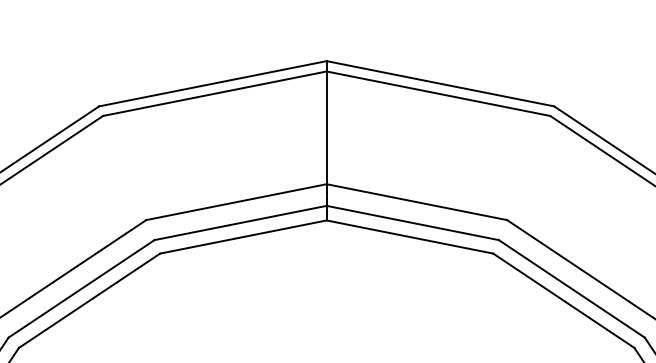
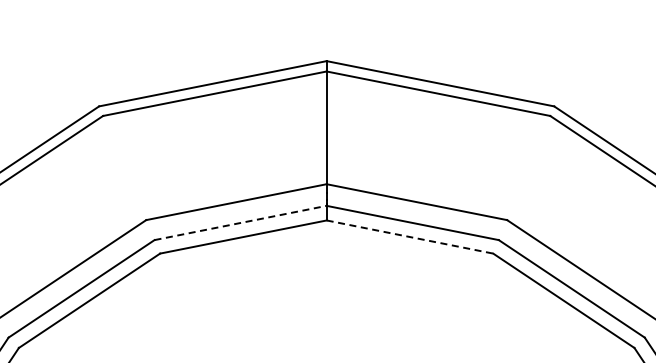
line at (240, 222): solid -> dashed
line at (409, 237): solid -> dashed
